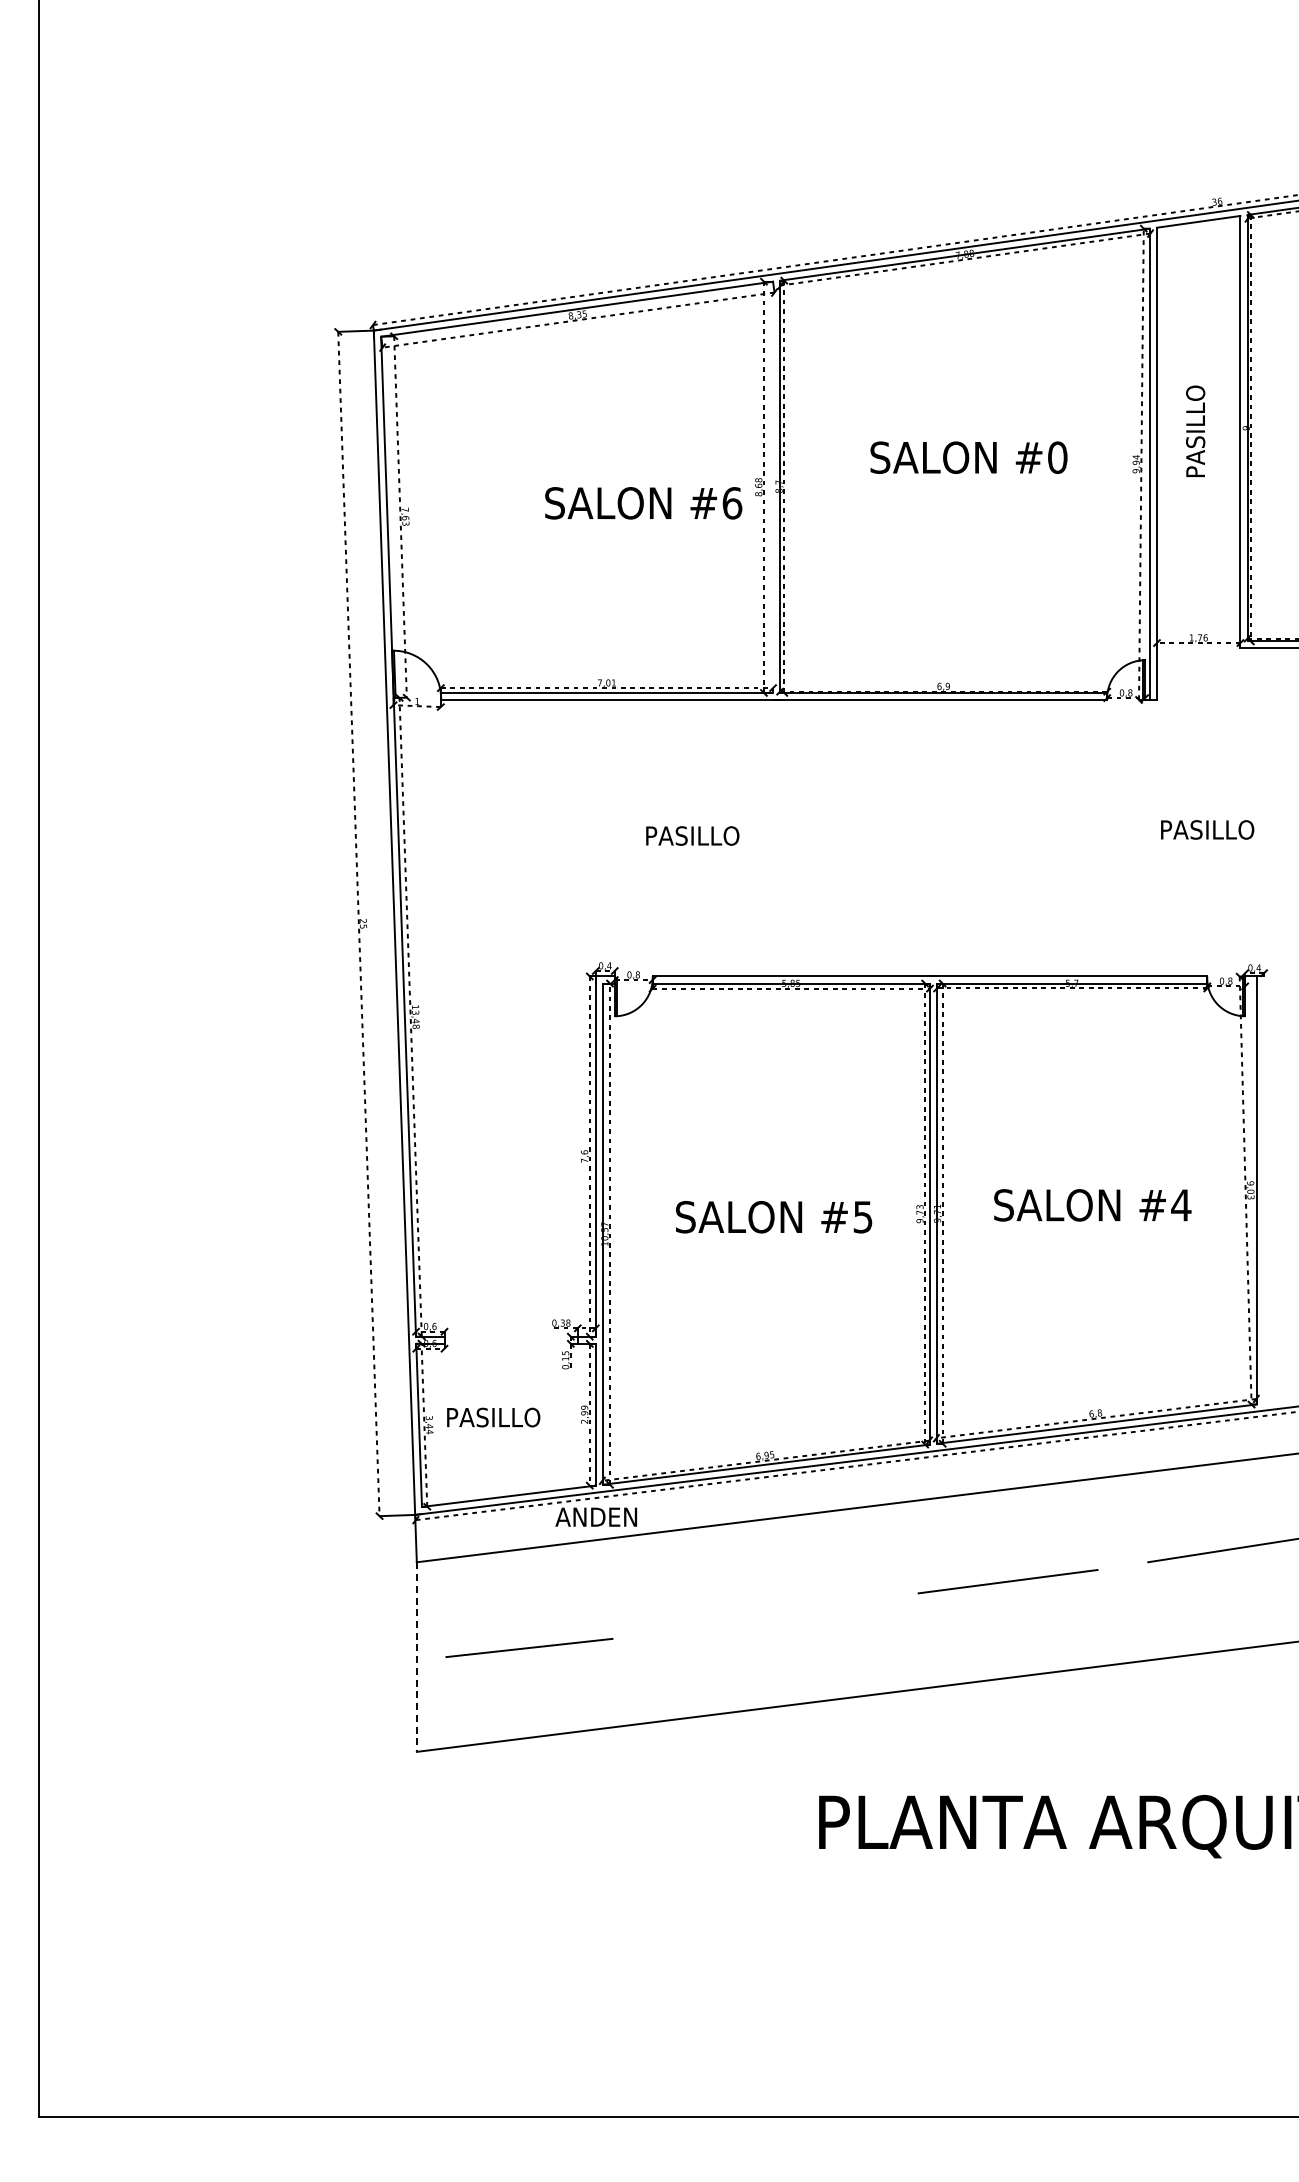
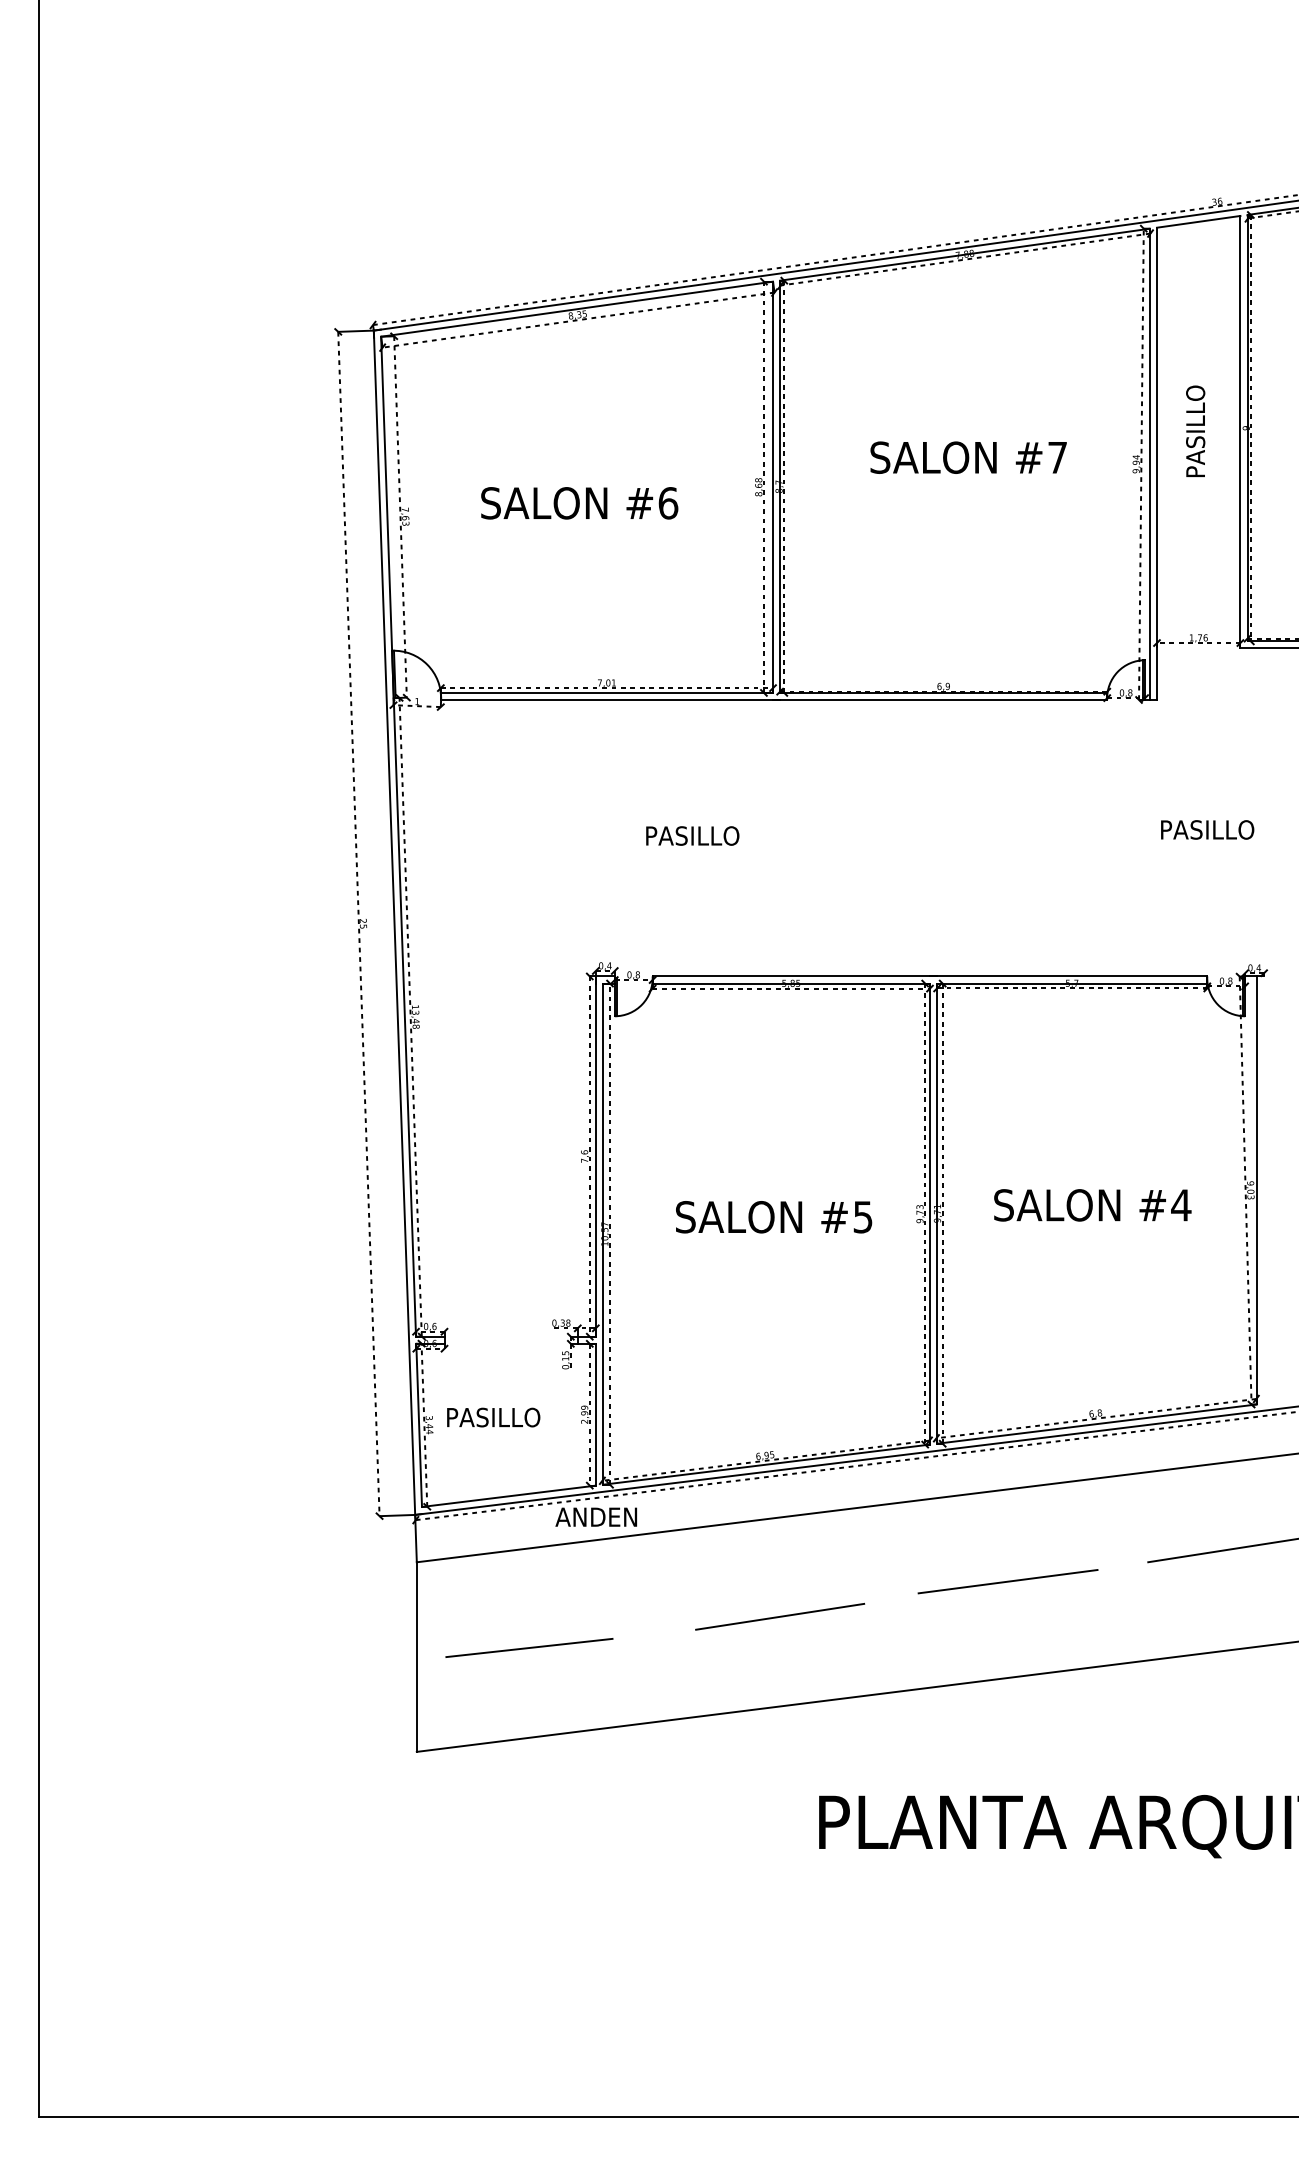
text at (1057, 457): #0 -> #7
line at (773, 486): none -> present
text at (643, 503) position: (643, 503) -> (579, 503)
line at (780, 1616): none -> present
line at (416, 1657): dashed -> solid
